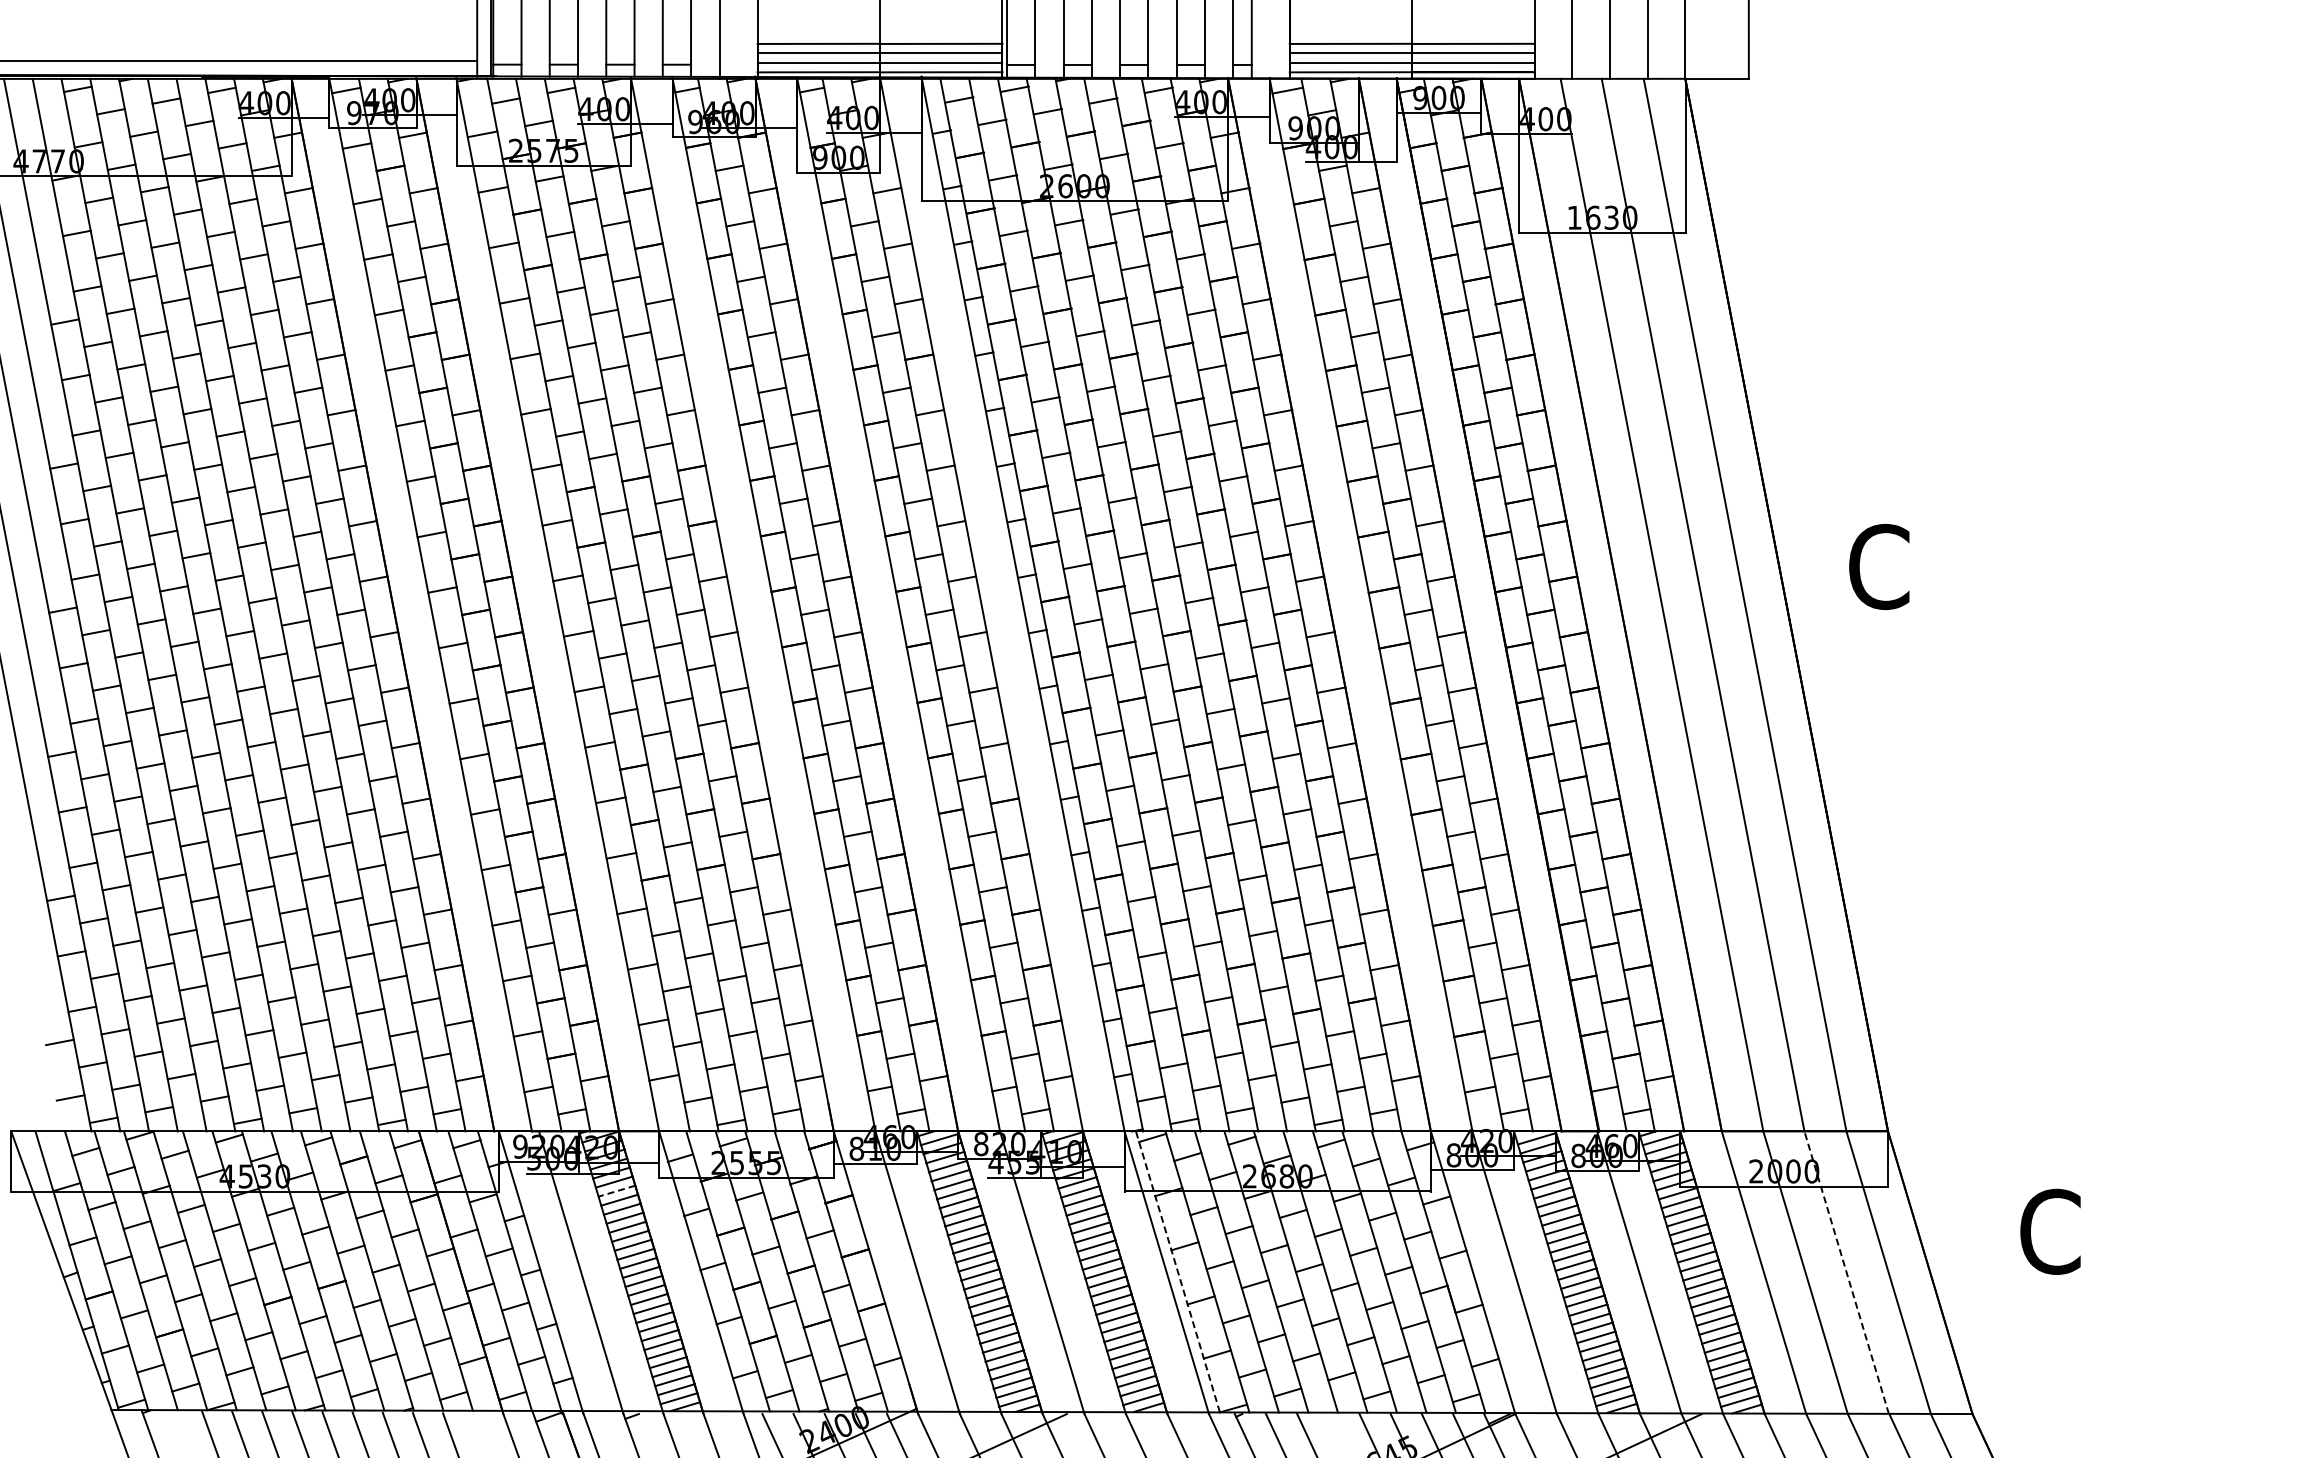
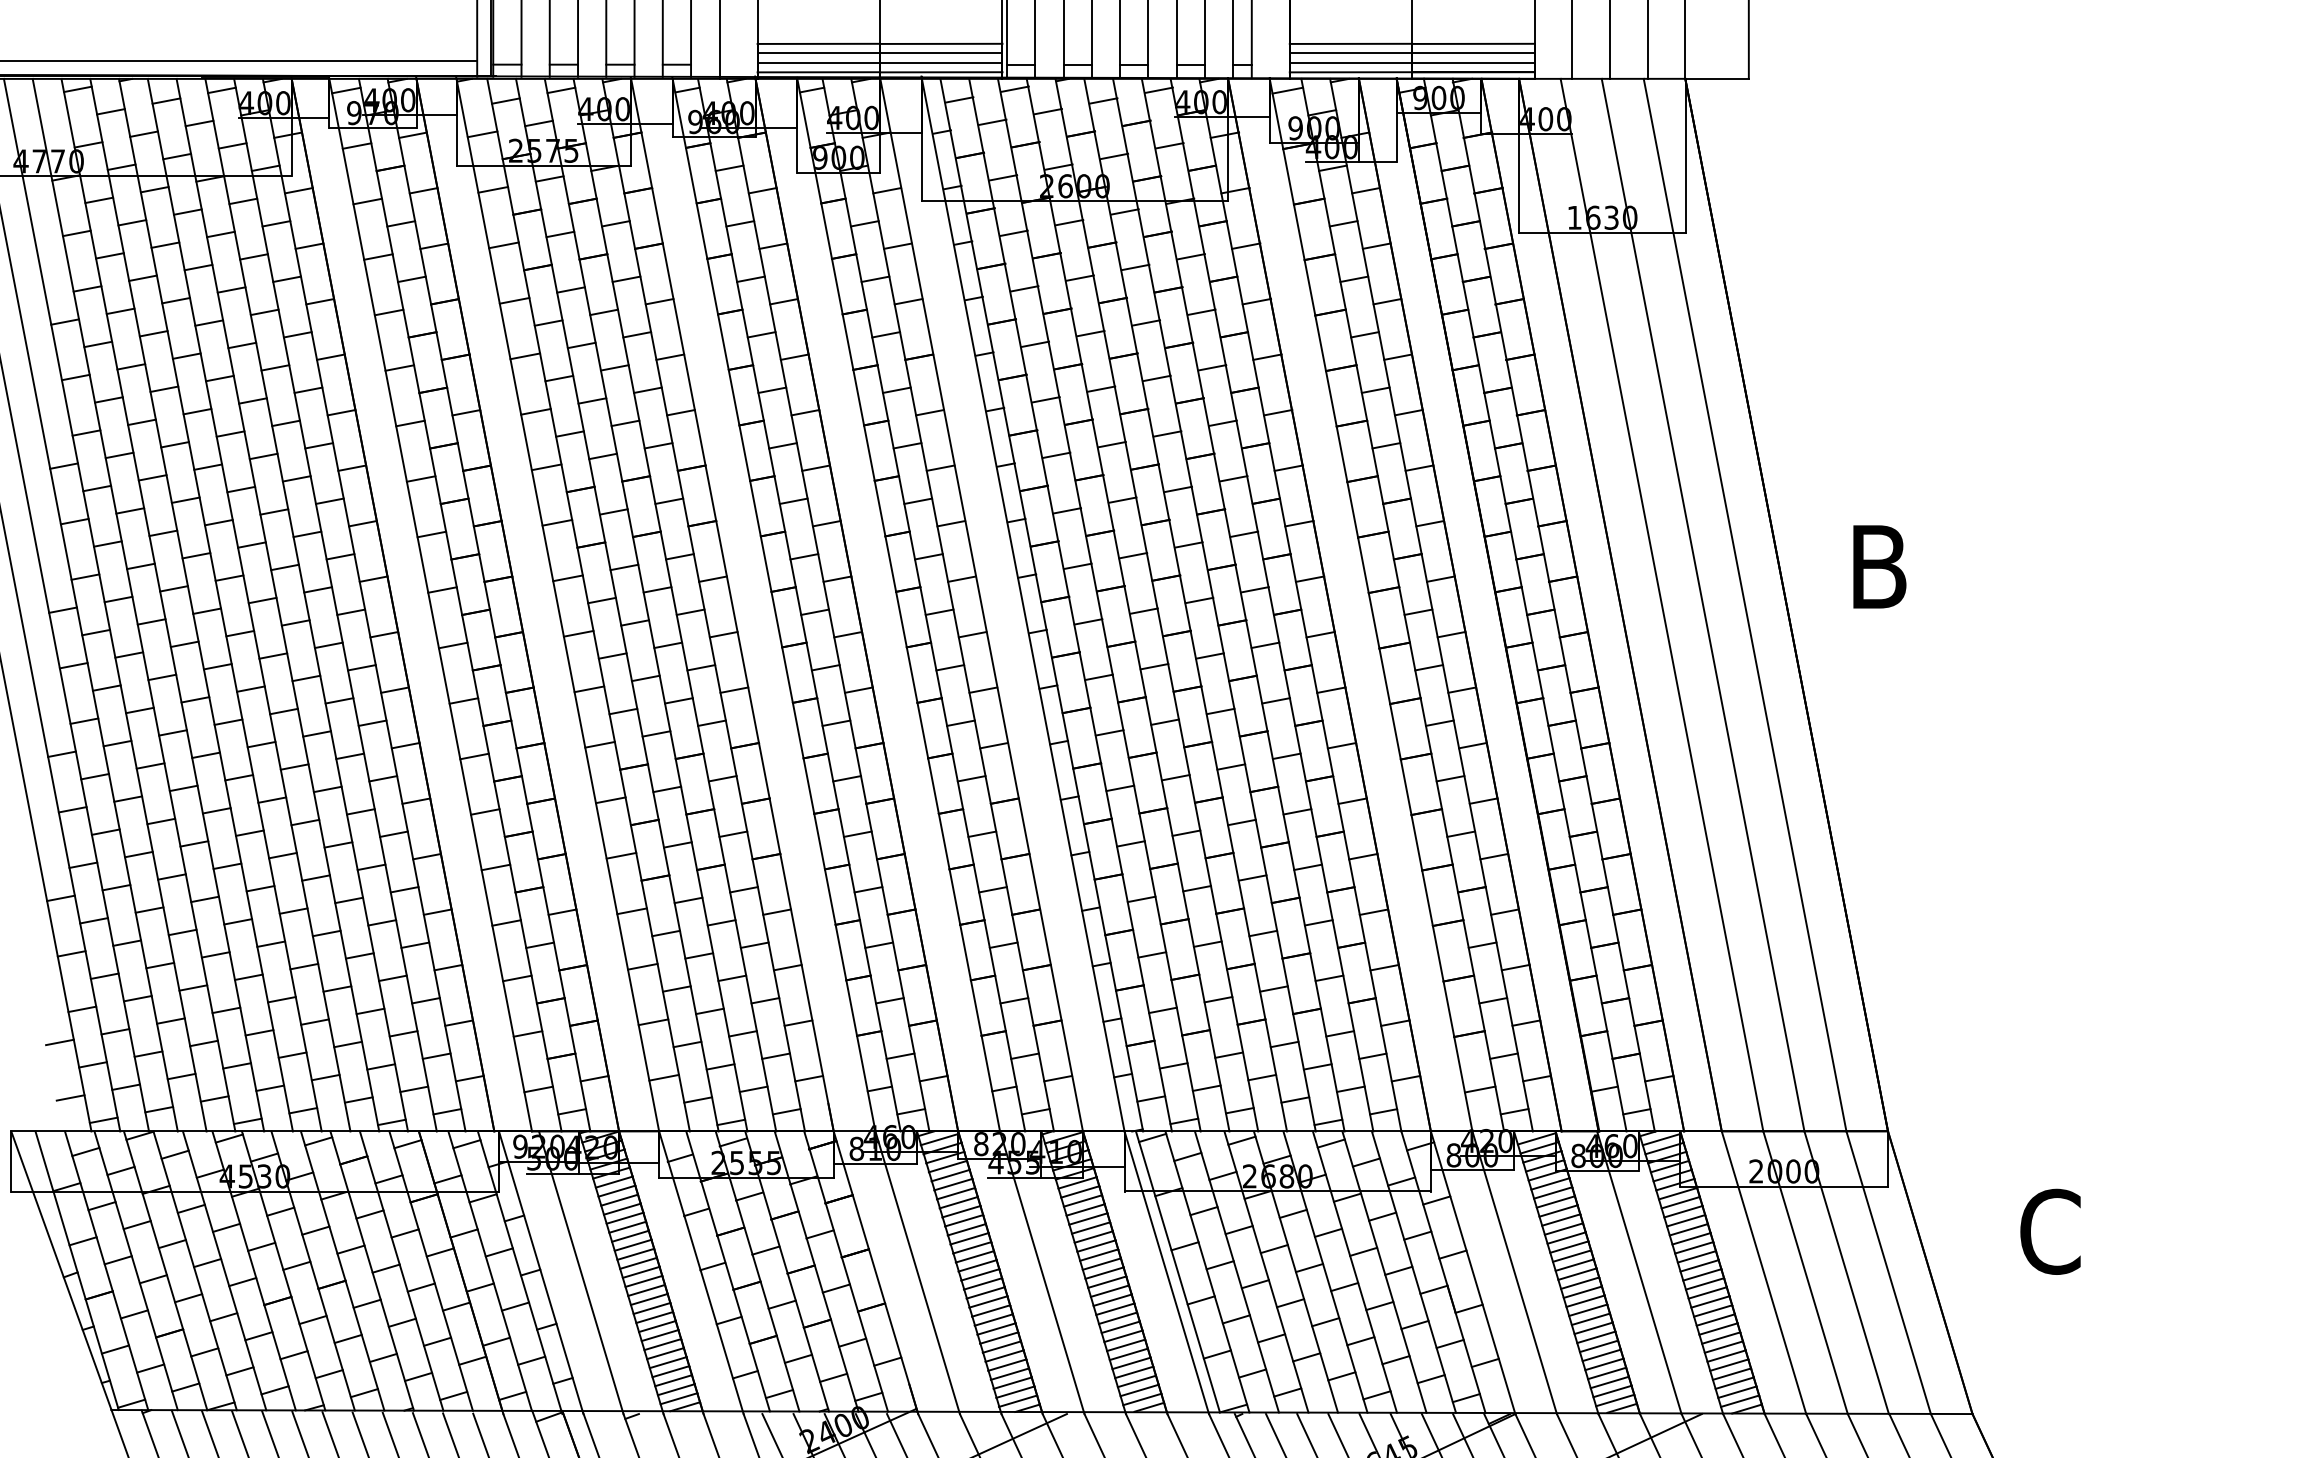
text at (1879, 566): C -> B
line at (616, 1191): dashed -> solid
line at (1177, 1271): dashed -> solid
line at (1846, 1272): dashed -> solid
line at (179, 1432): none -> present
line at (480, 1433): none -> present
line at (1337, 1434): none -> present
